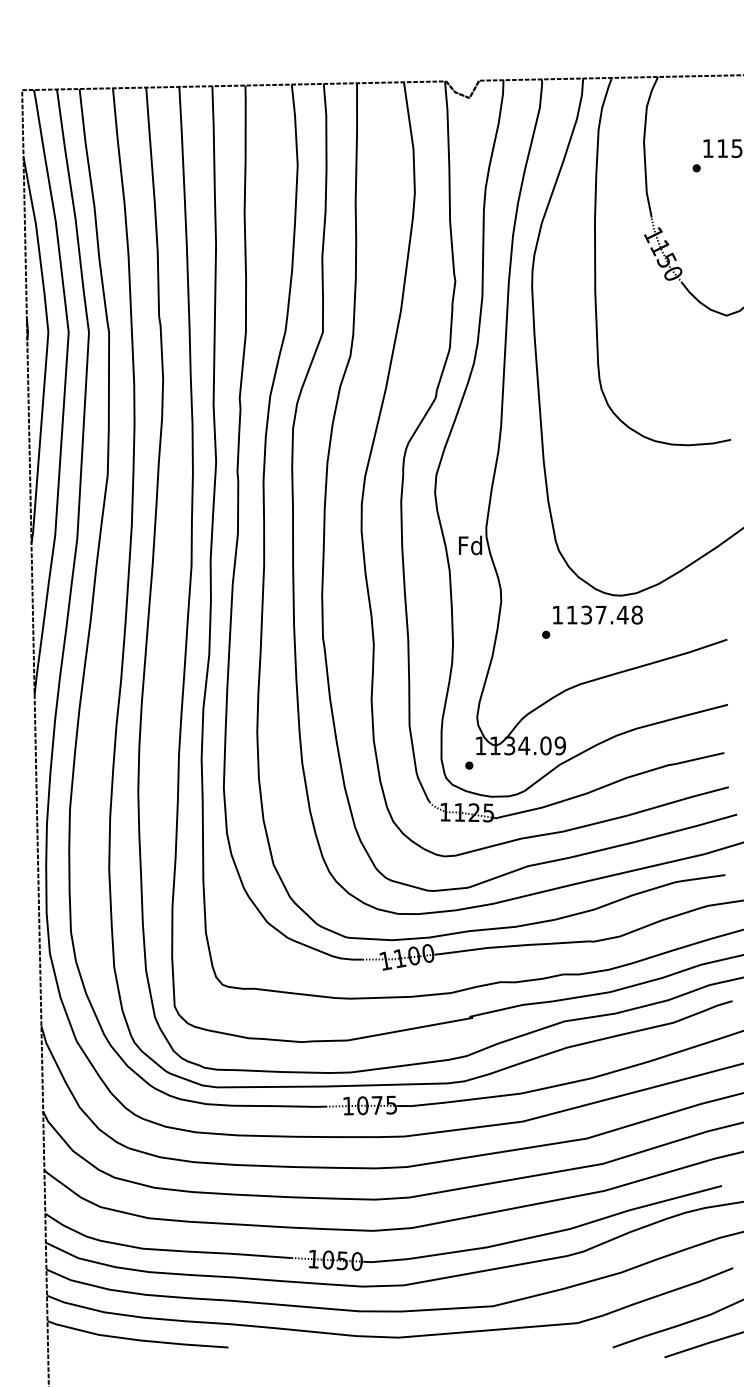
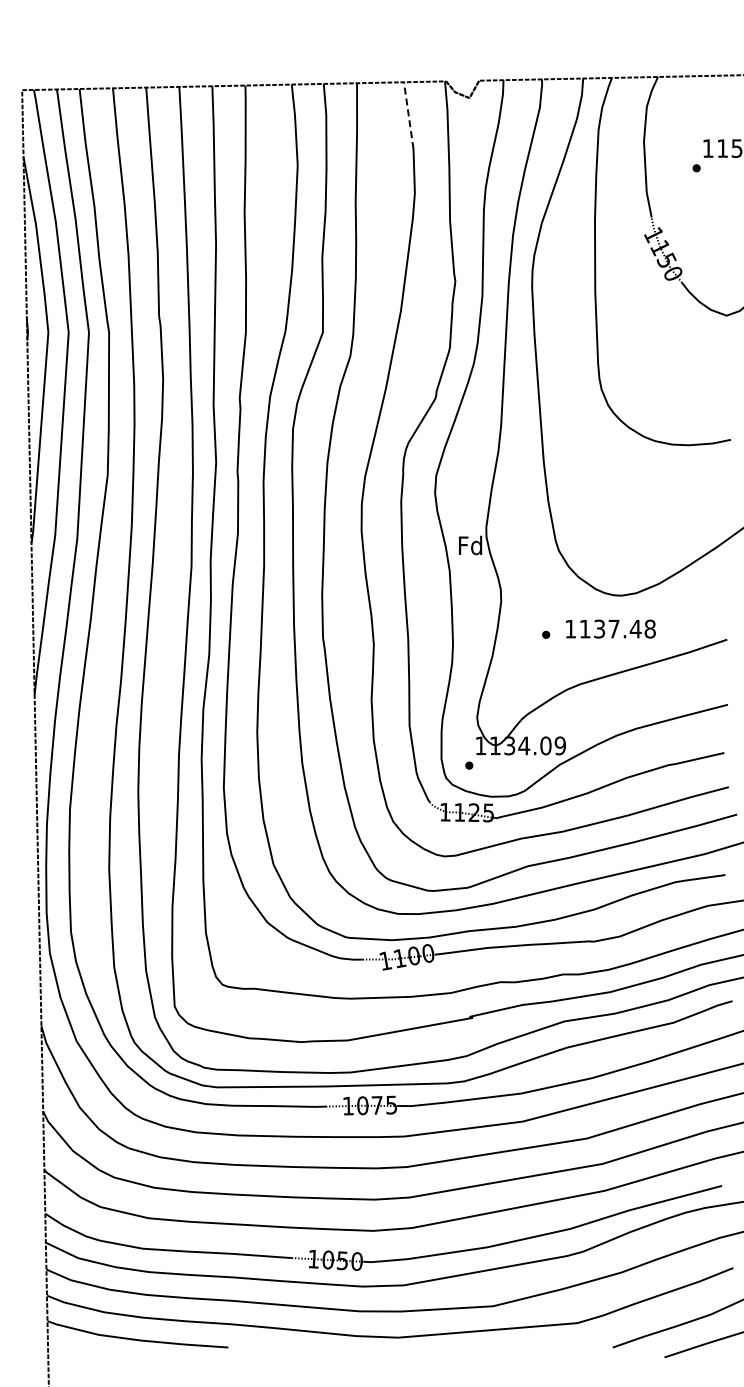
line at (408, 115): solid -> dashed
text at (597, 614) position: (597, 614) -> (610, 628)
